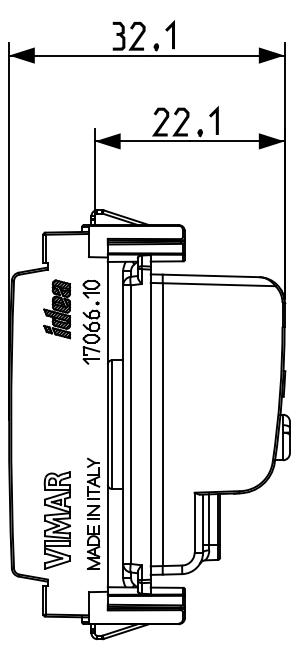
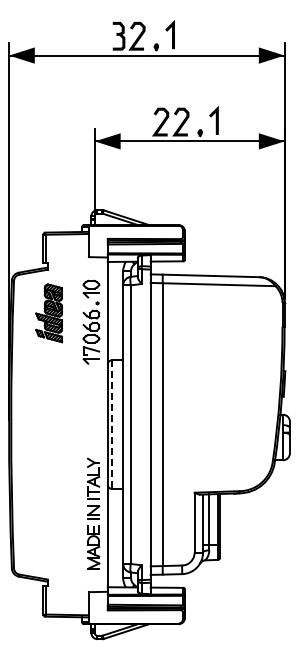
part at (57, 309) position: (57, 309) -> (49, 313)
line at (112, 425): solid -> dashed
part at (56, 520): present -> none
